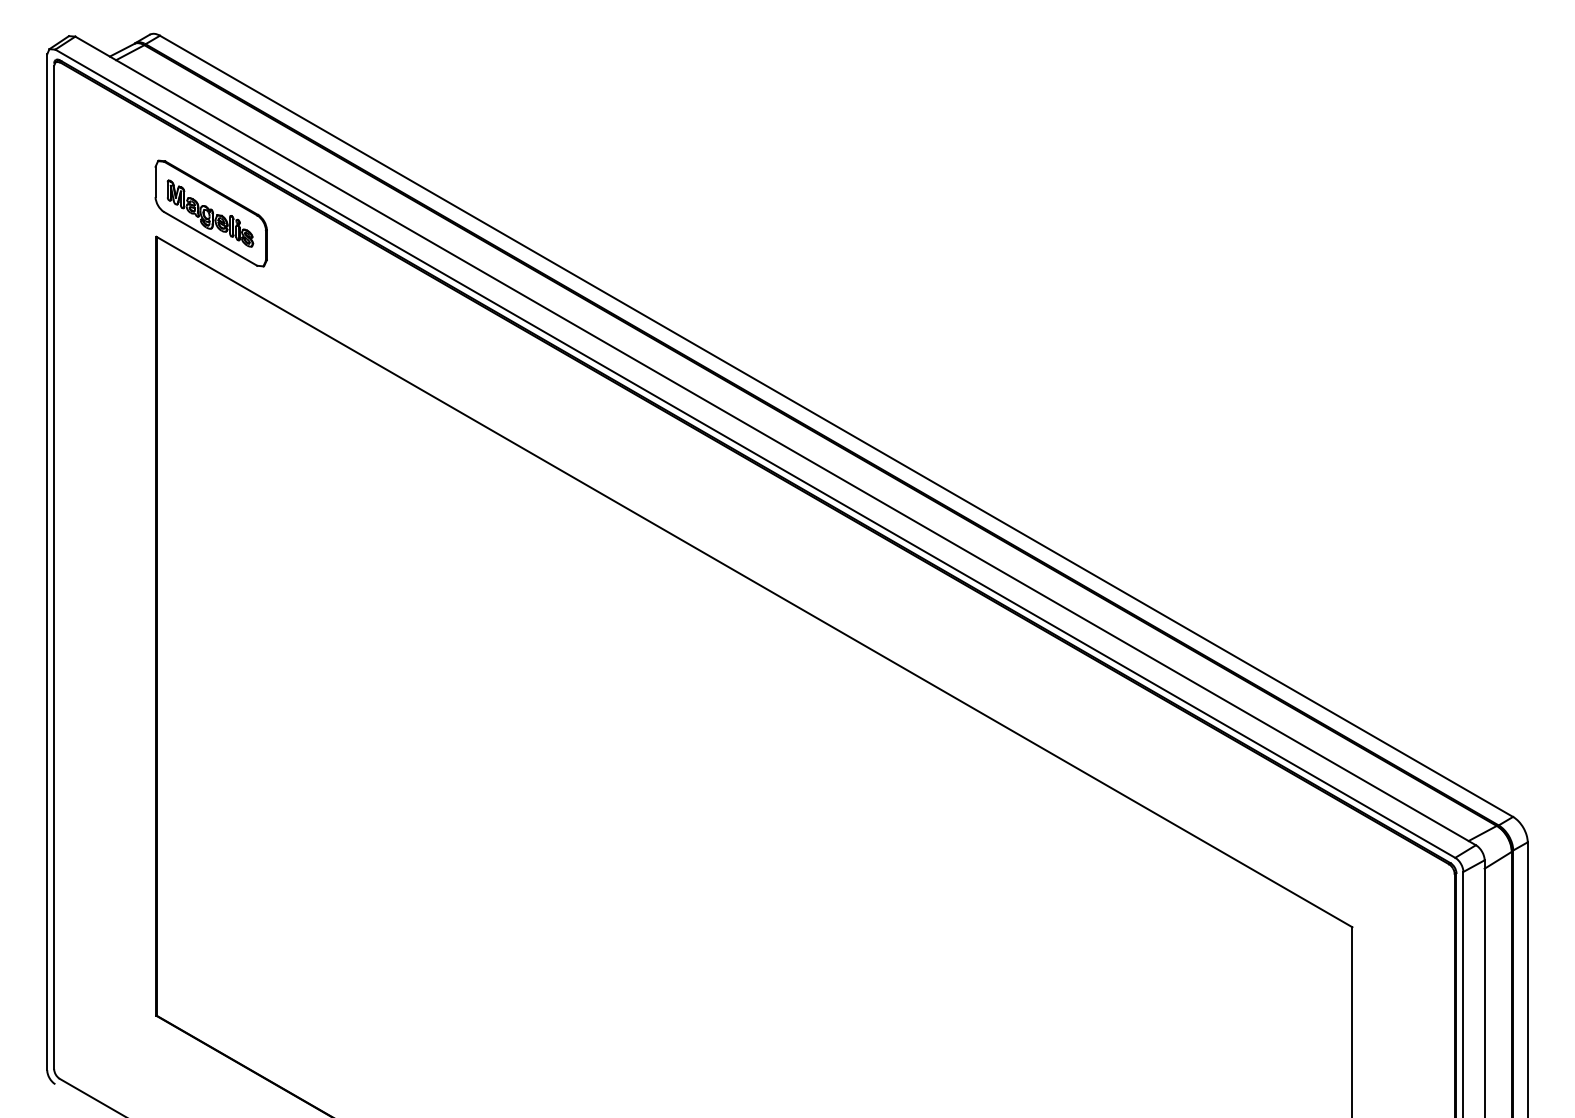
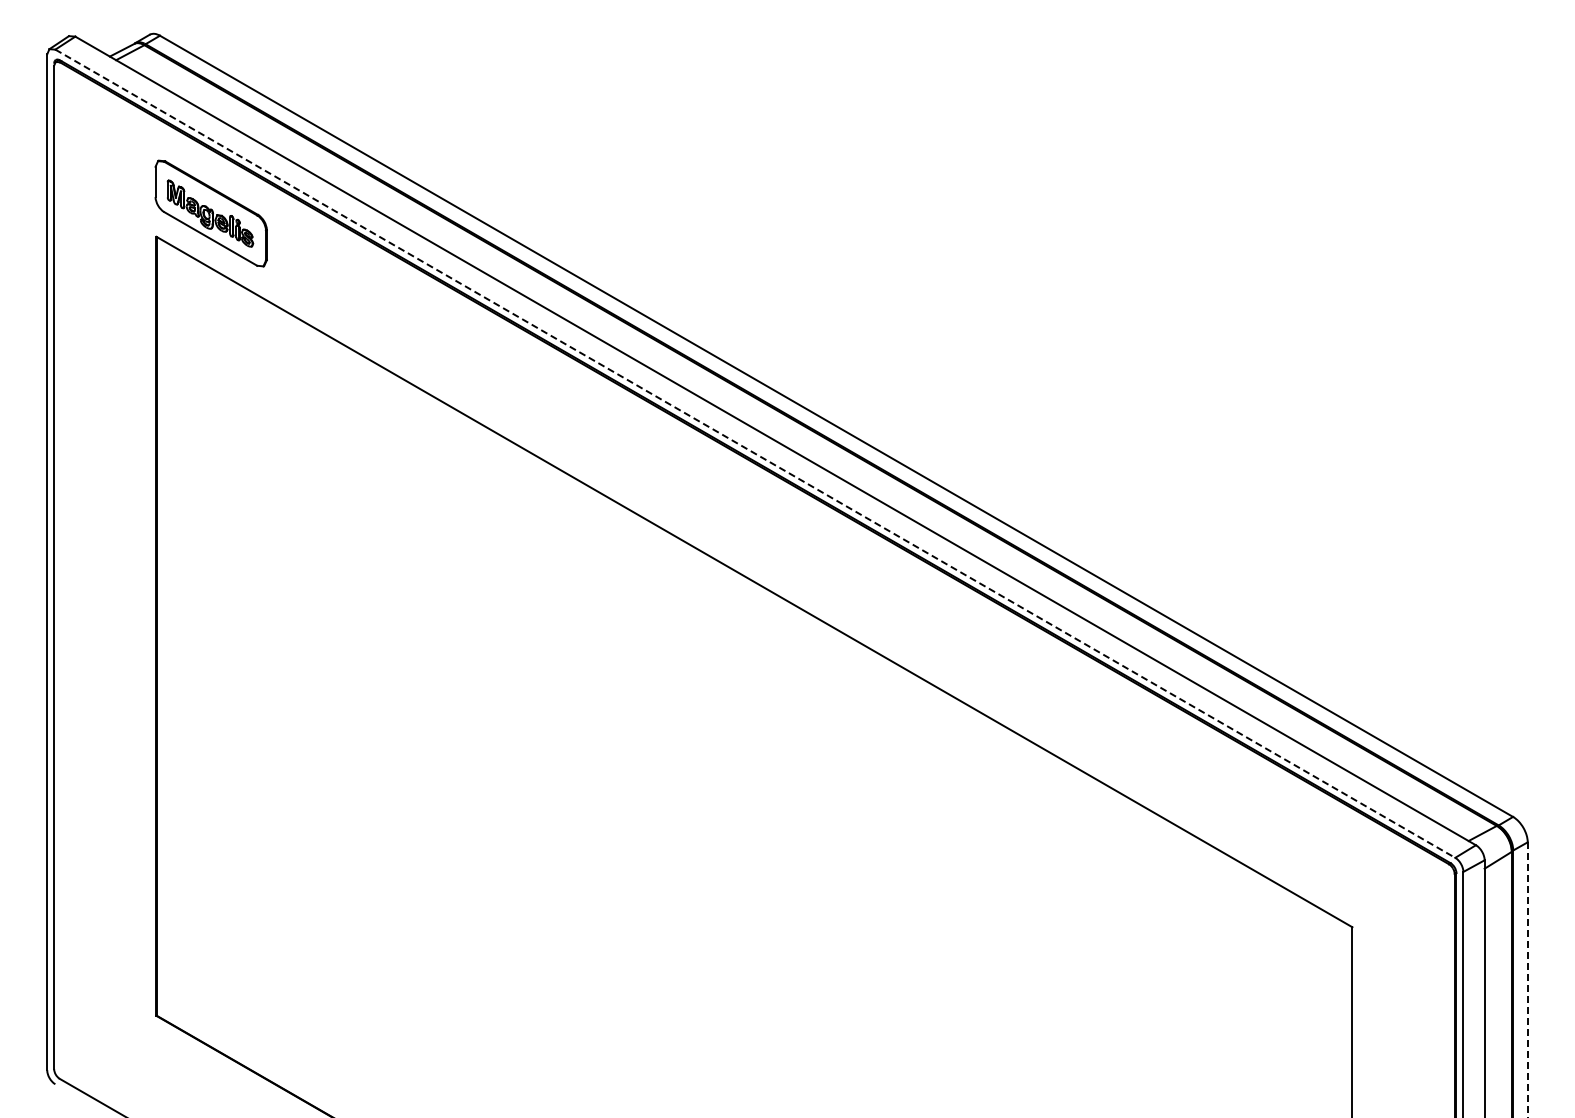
line at (755, 453): solid -> dashed
line at (1527, 980): solid -> dashed
